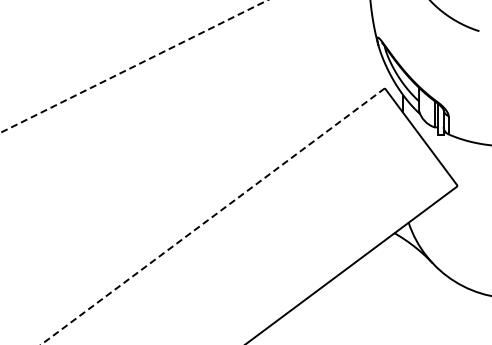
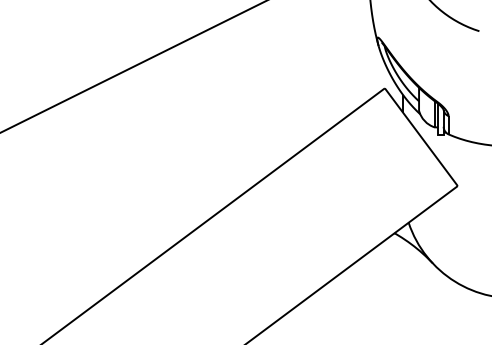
line at (133, 66): dashed -> solid
line at (212, 216): dashed -> solid
